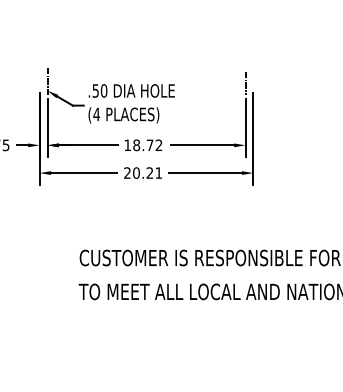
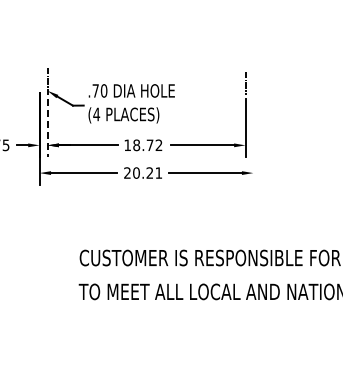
text at (95, 90): .50 -> .70
line at (47, 127): solid -> dashed
line at (253, 138): present -> none
